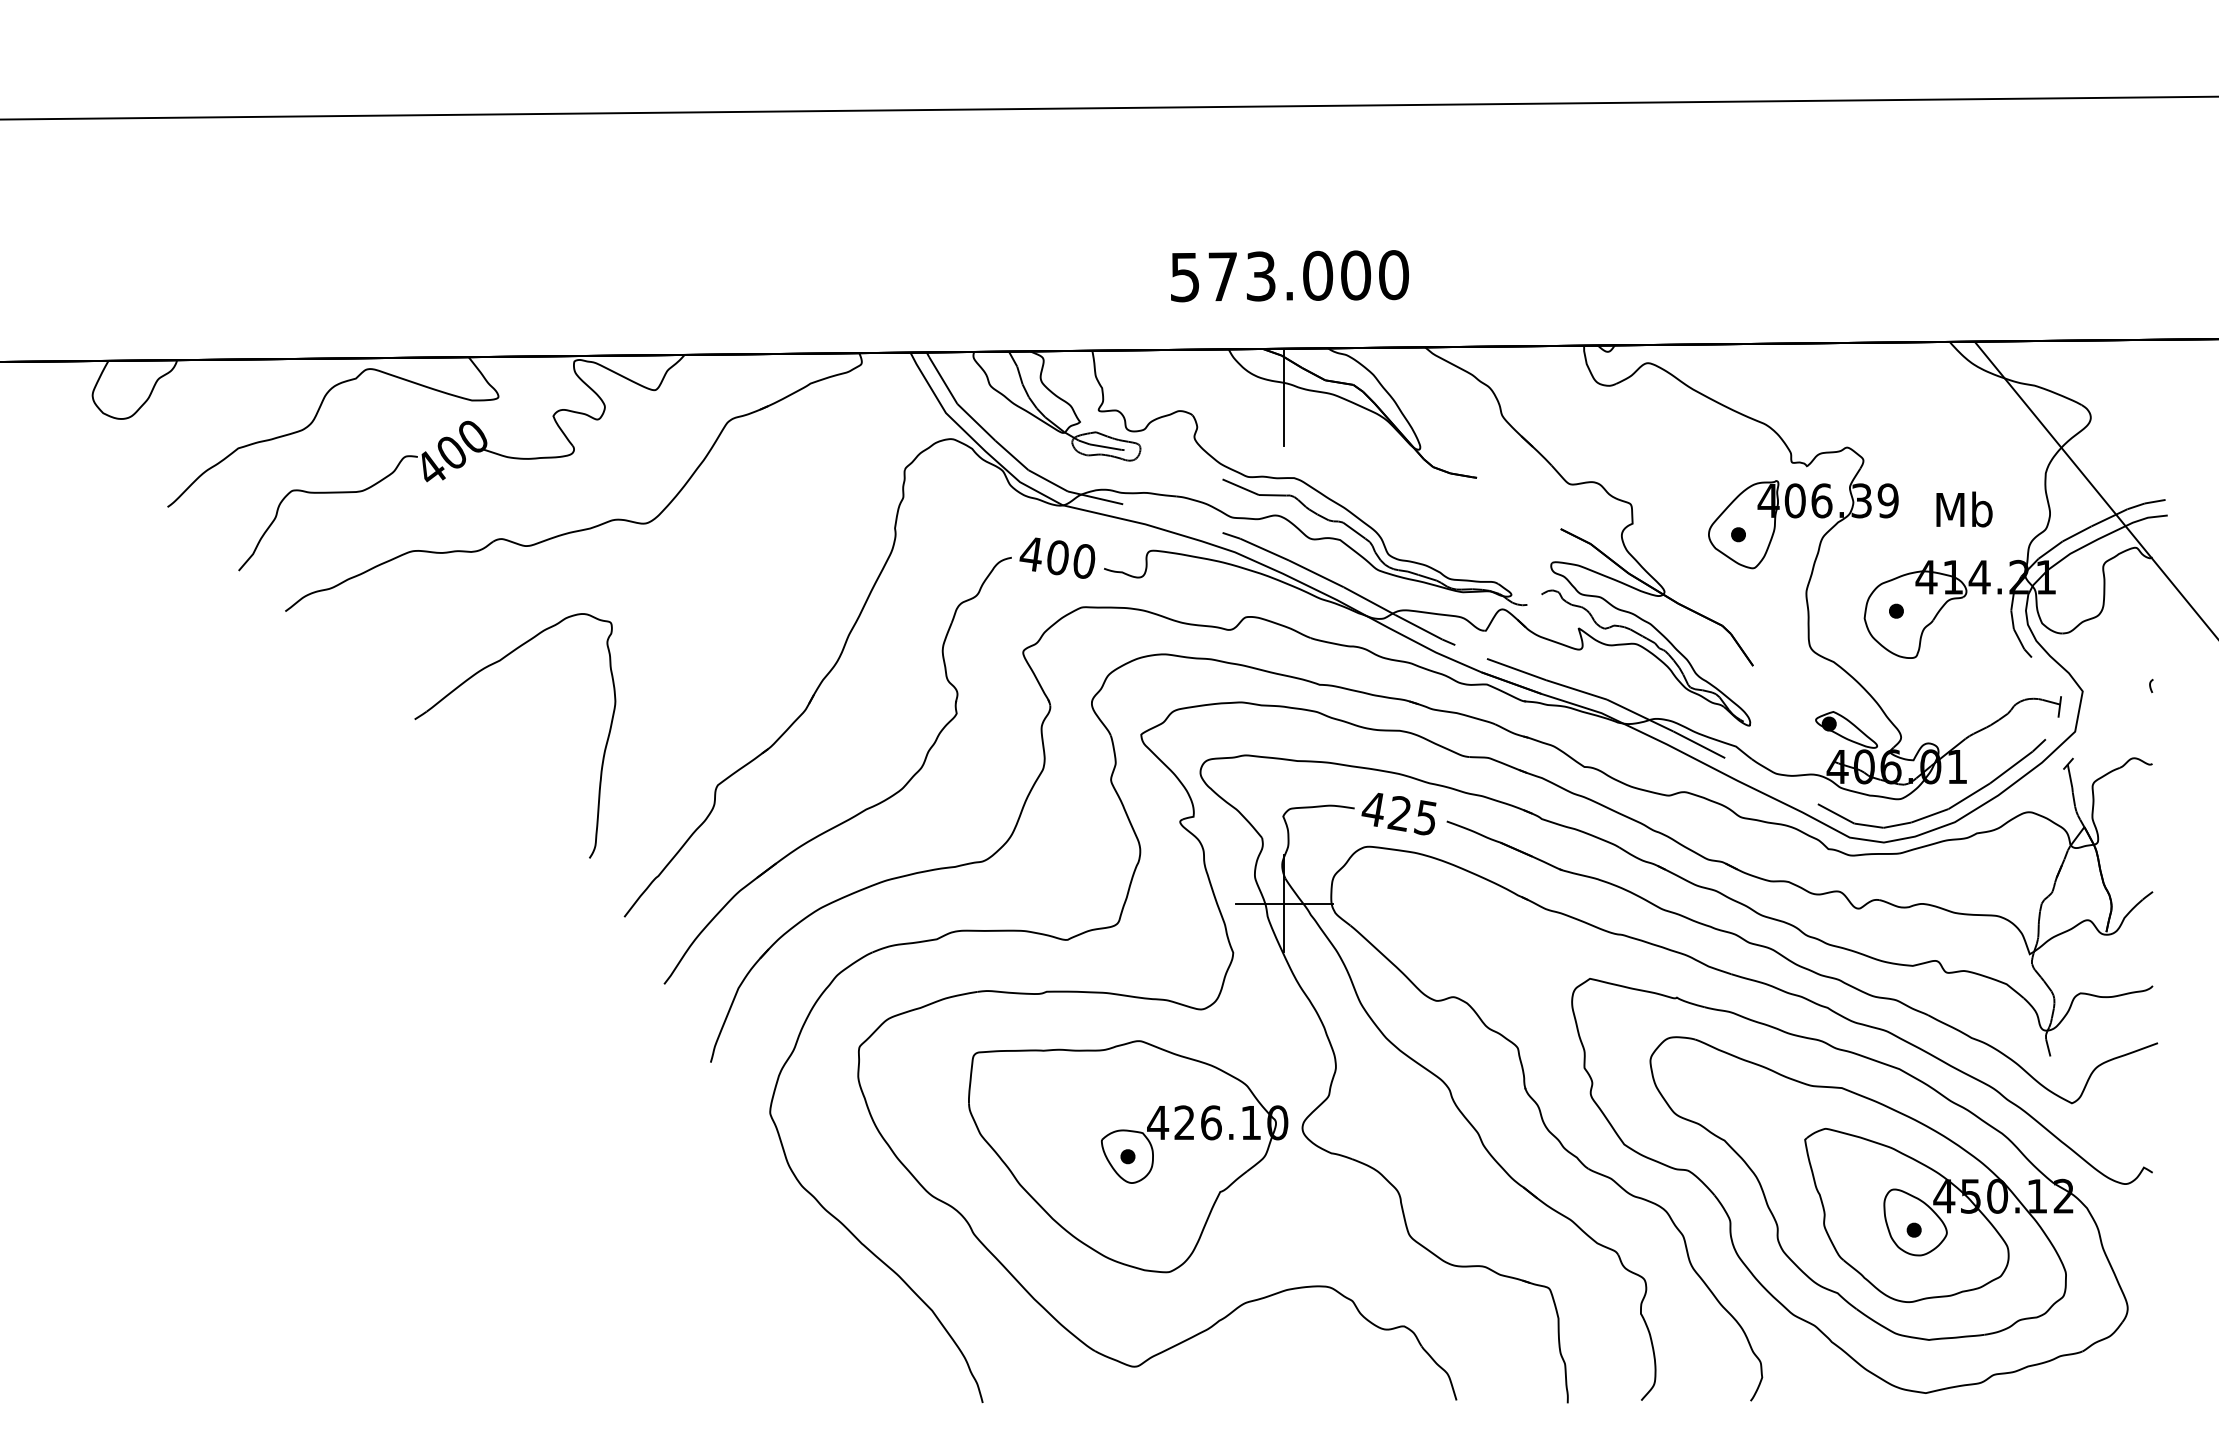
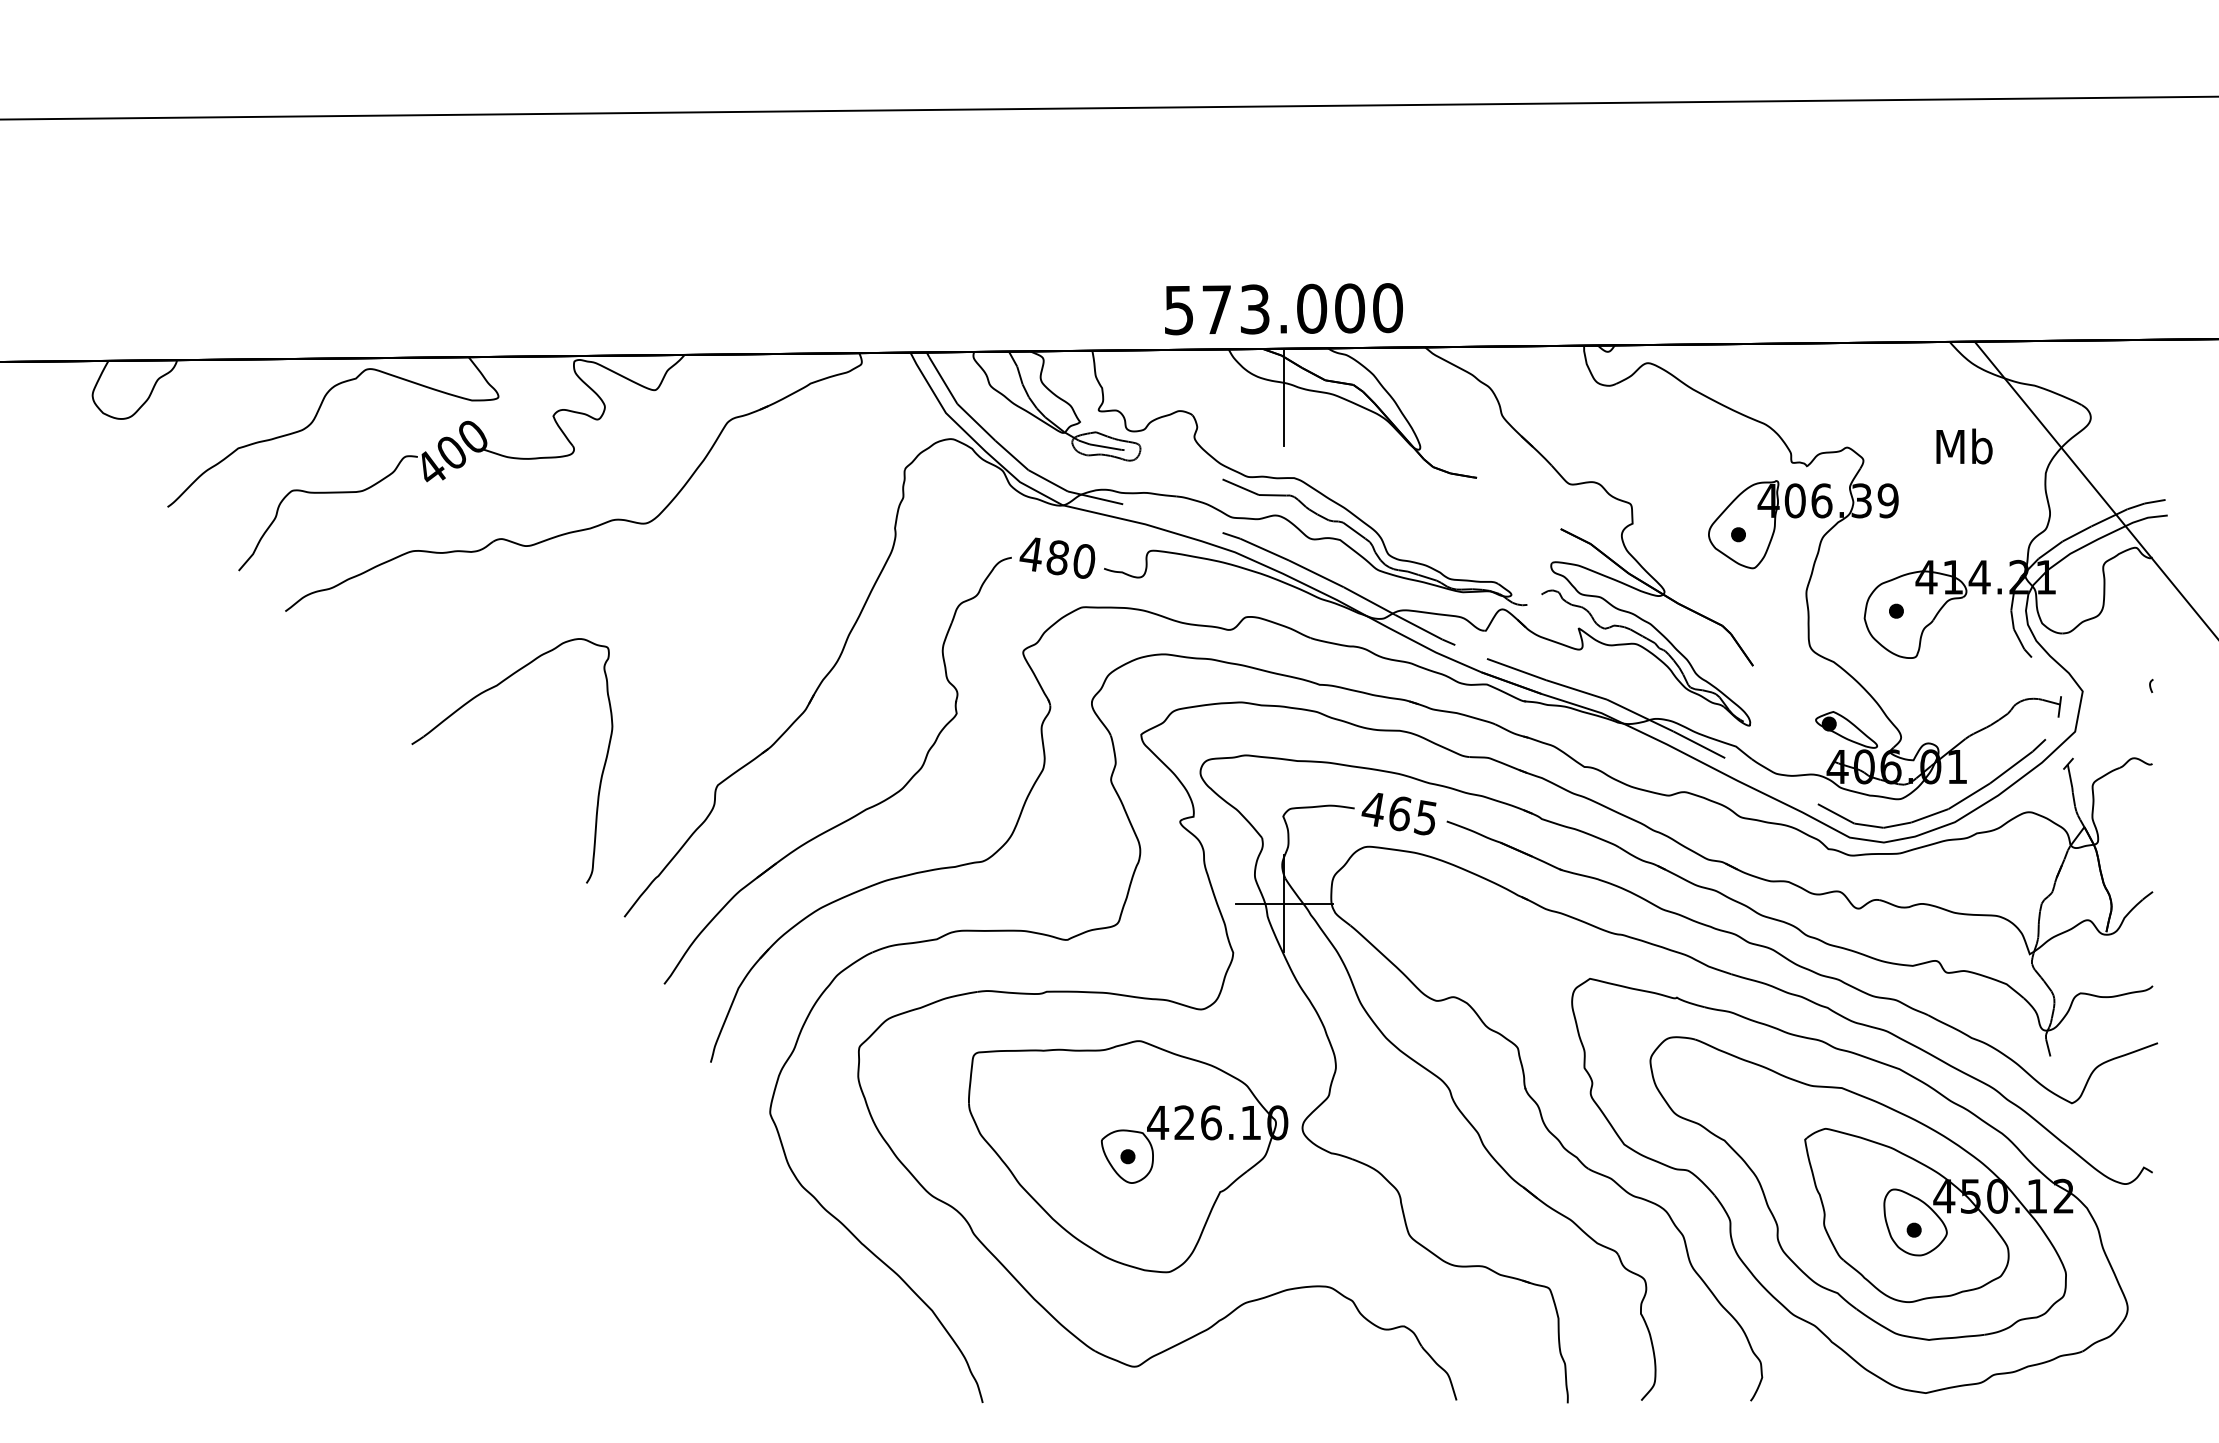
text at (1289, 276) position: (1289, 276) -> (1283, 309)
text at (1964, 509) position: (1964, 509) -> (1964, 446)
text at (1057, 557): 400 -> 480
part at (471, 678) position: (471, 678) -> (468, 703)
text at (1399, 813): 425 -> 465
